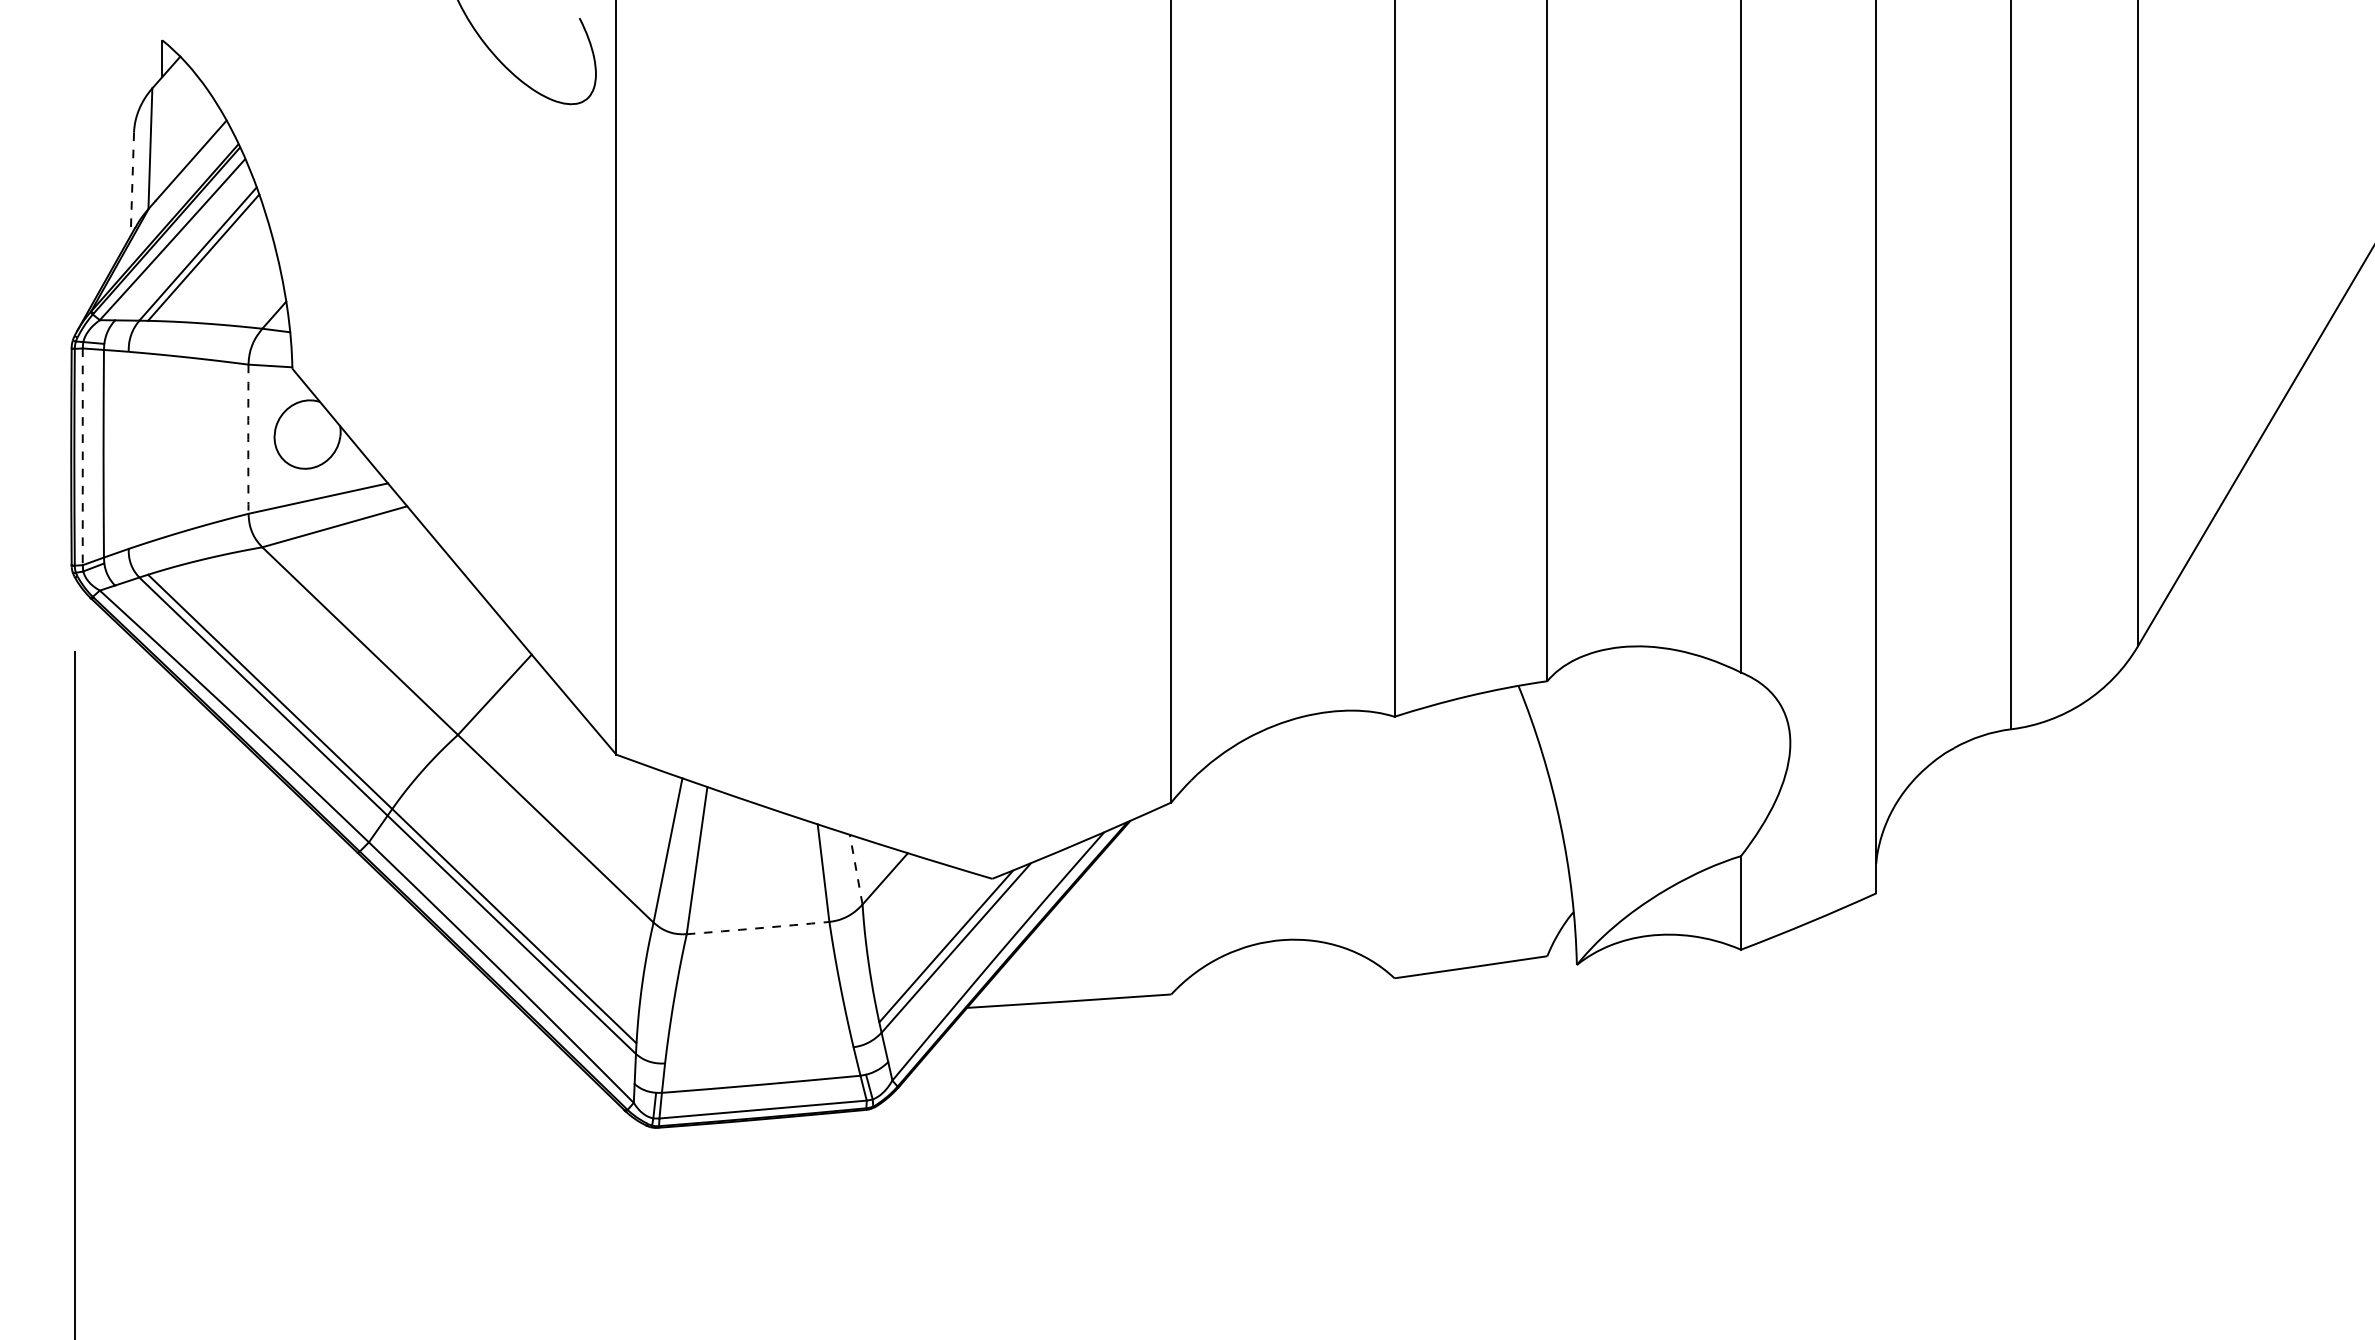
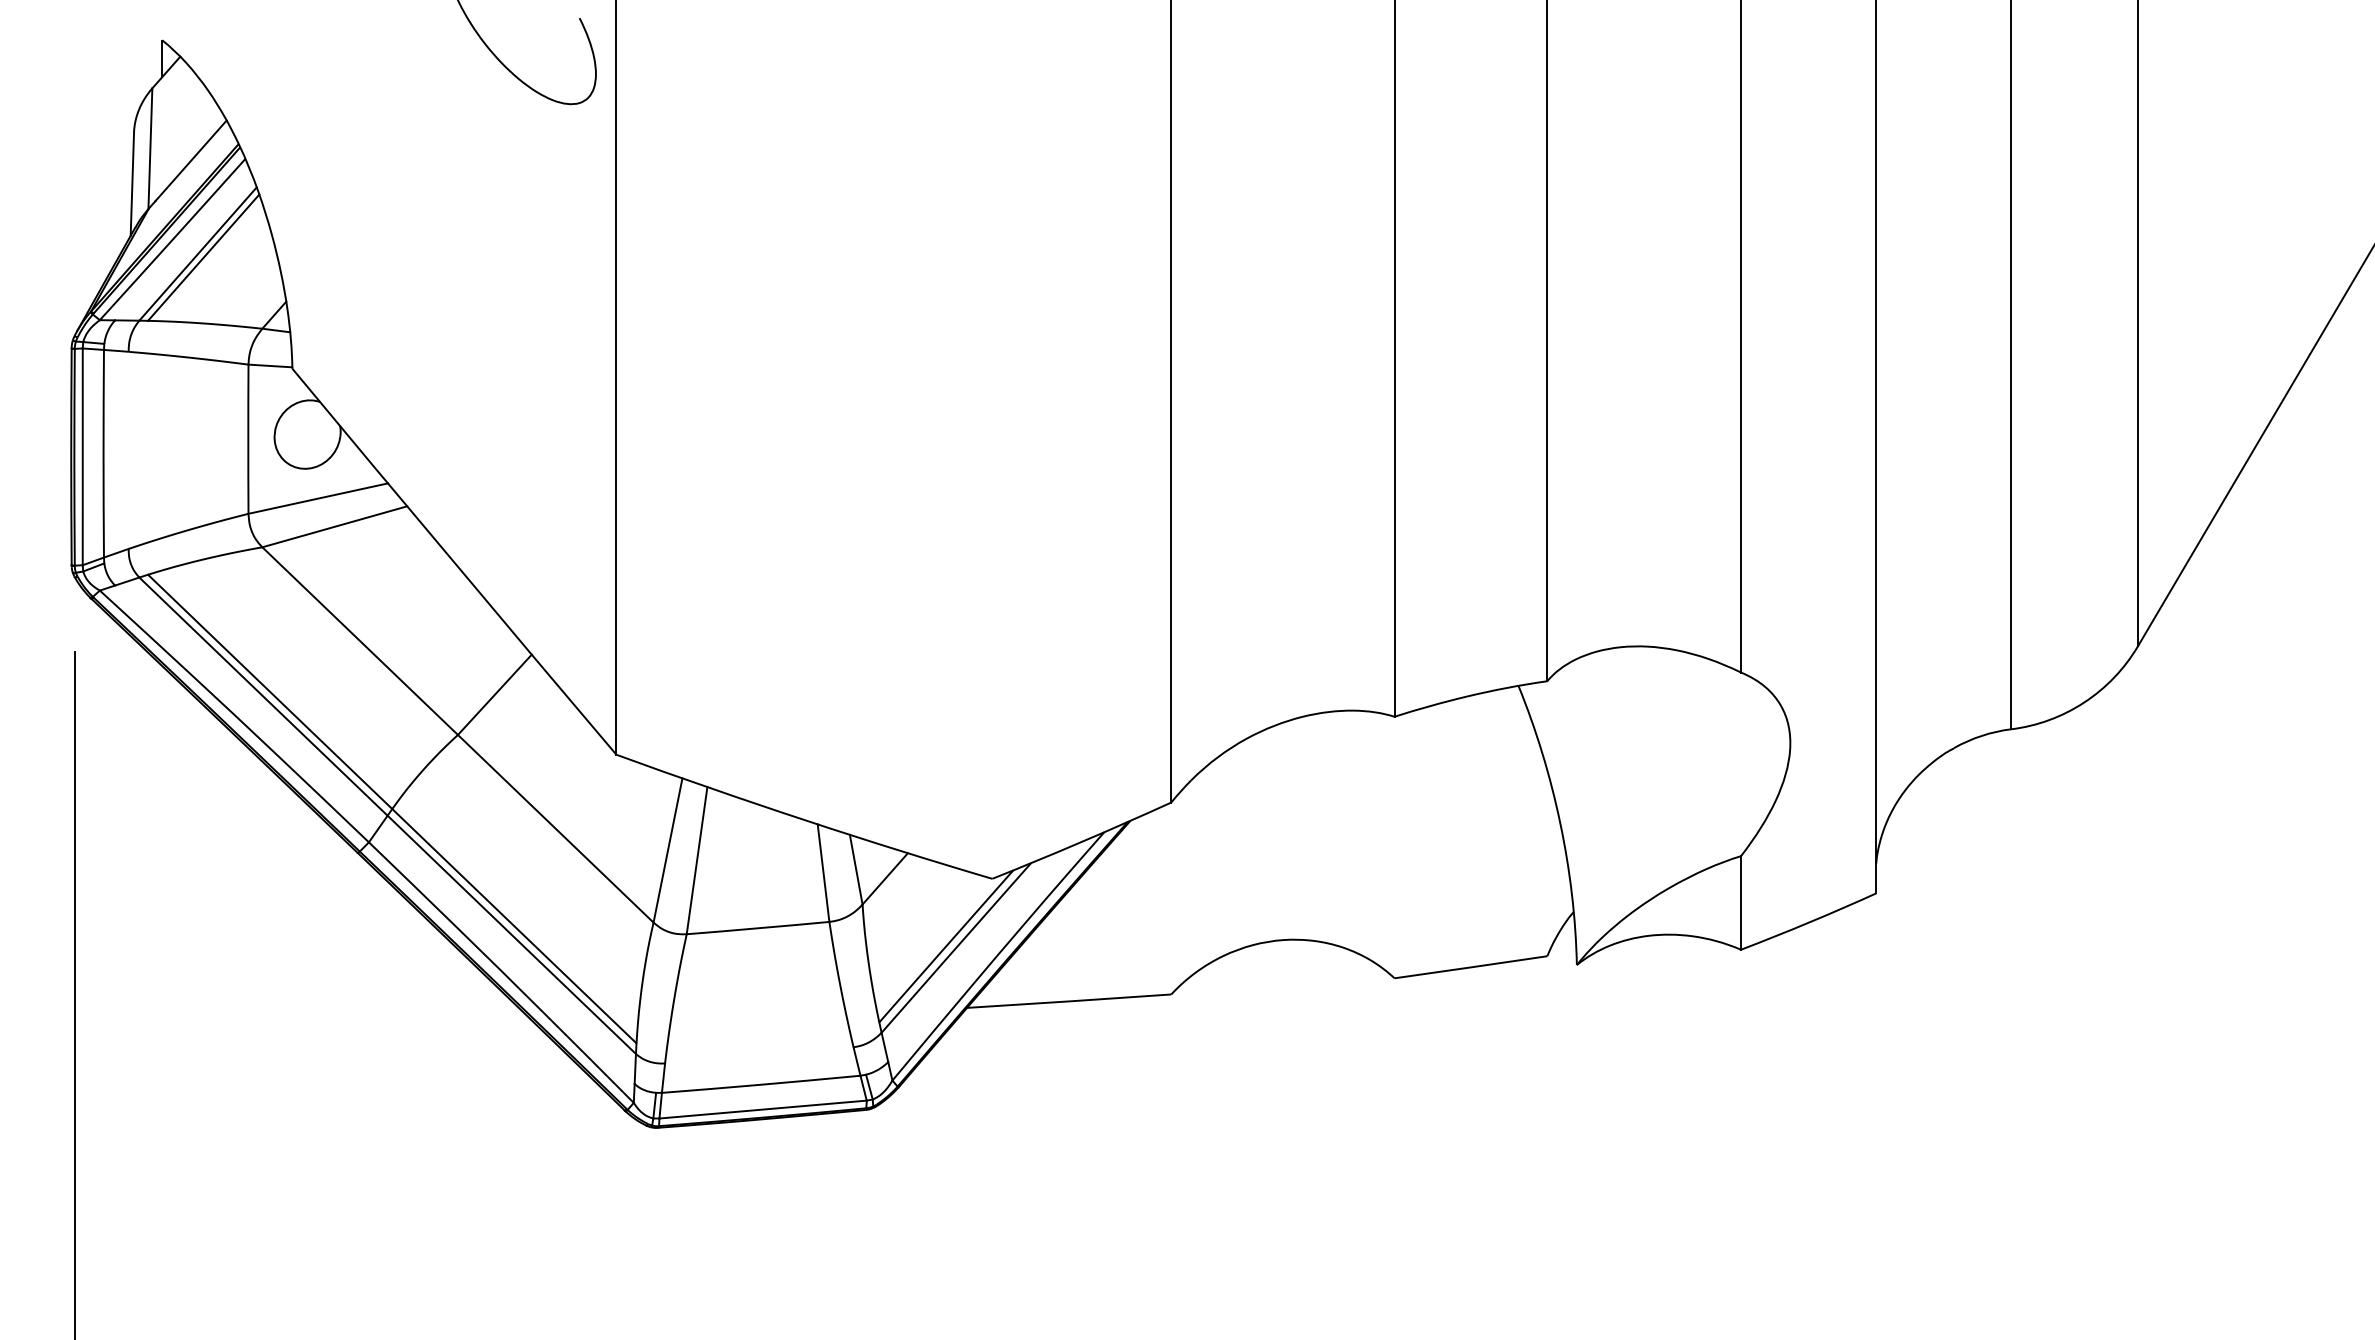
line at (132, 184): dashed -> solid
arc at (248, 439): dashed -> solid
line at (82, 457): dashed -> solid
line at (856, 869): dashed -> solid
arc at (758, 928): dashed -> solid
